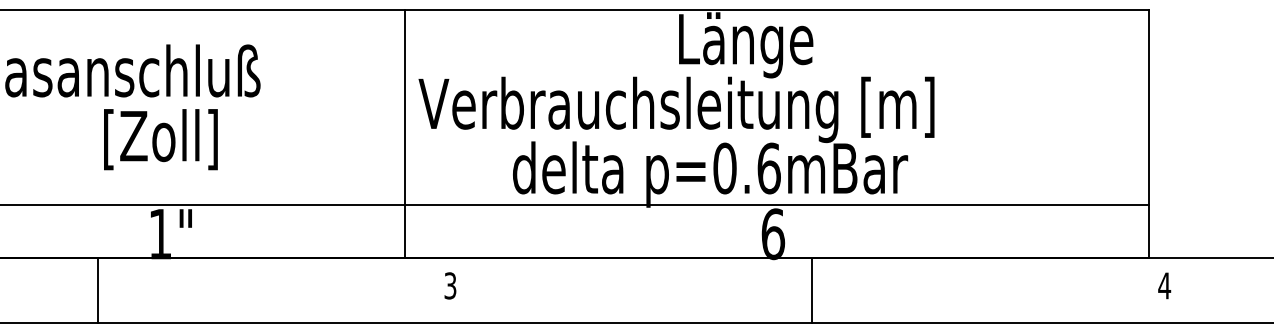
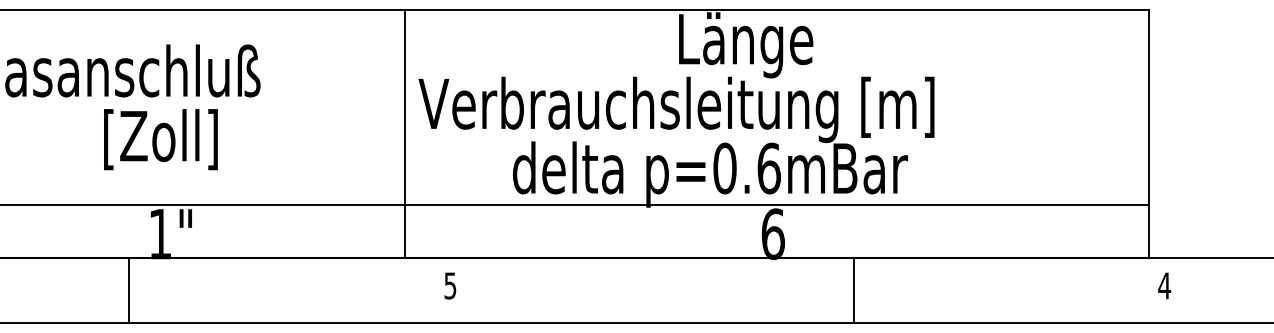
text at (450, 285): 3 -> 5
line at (97, 290) position: (97, 290) -> (128, 290)
line at (811, 290) position: (811, 290) -> (853, 290)
